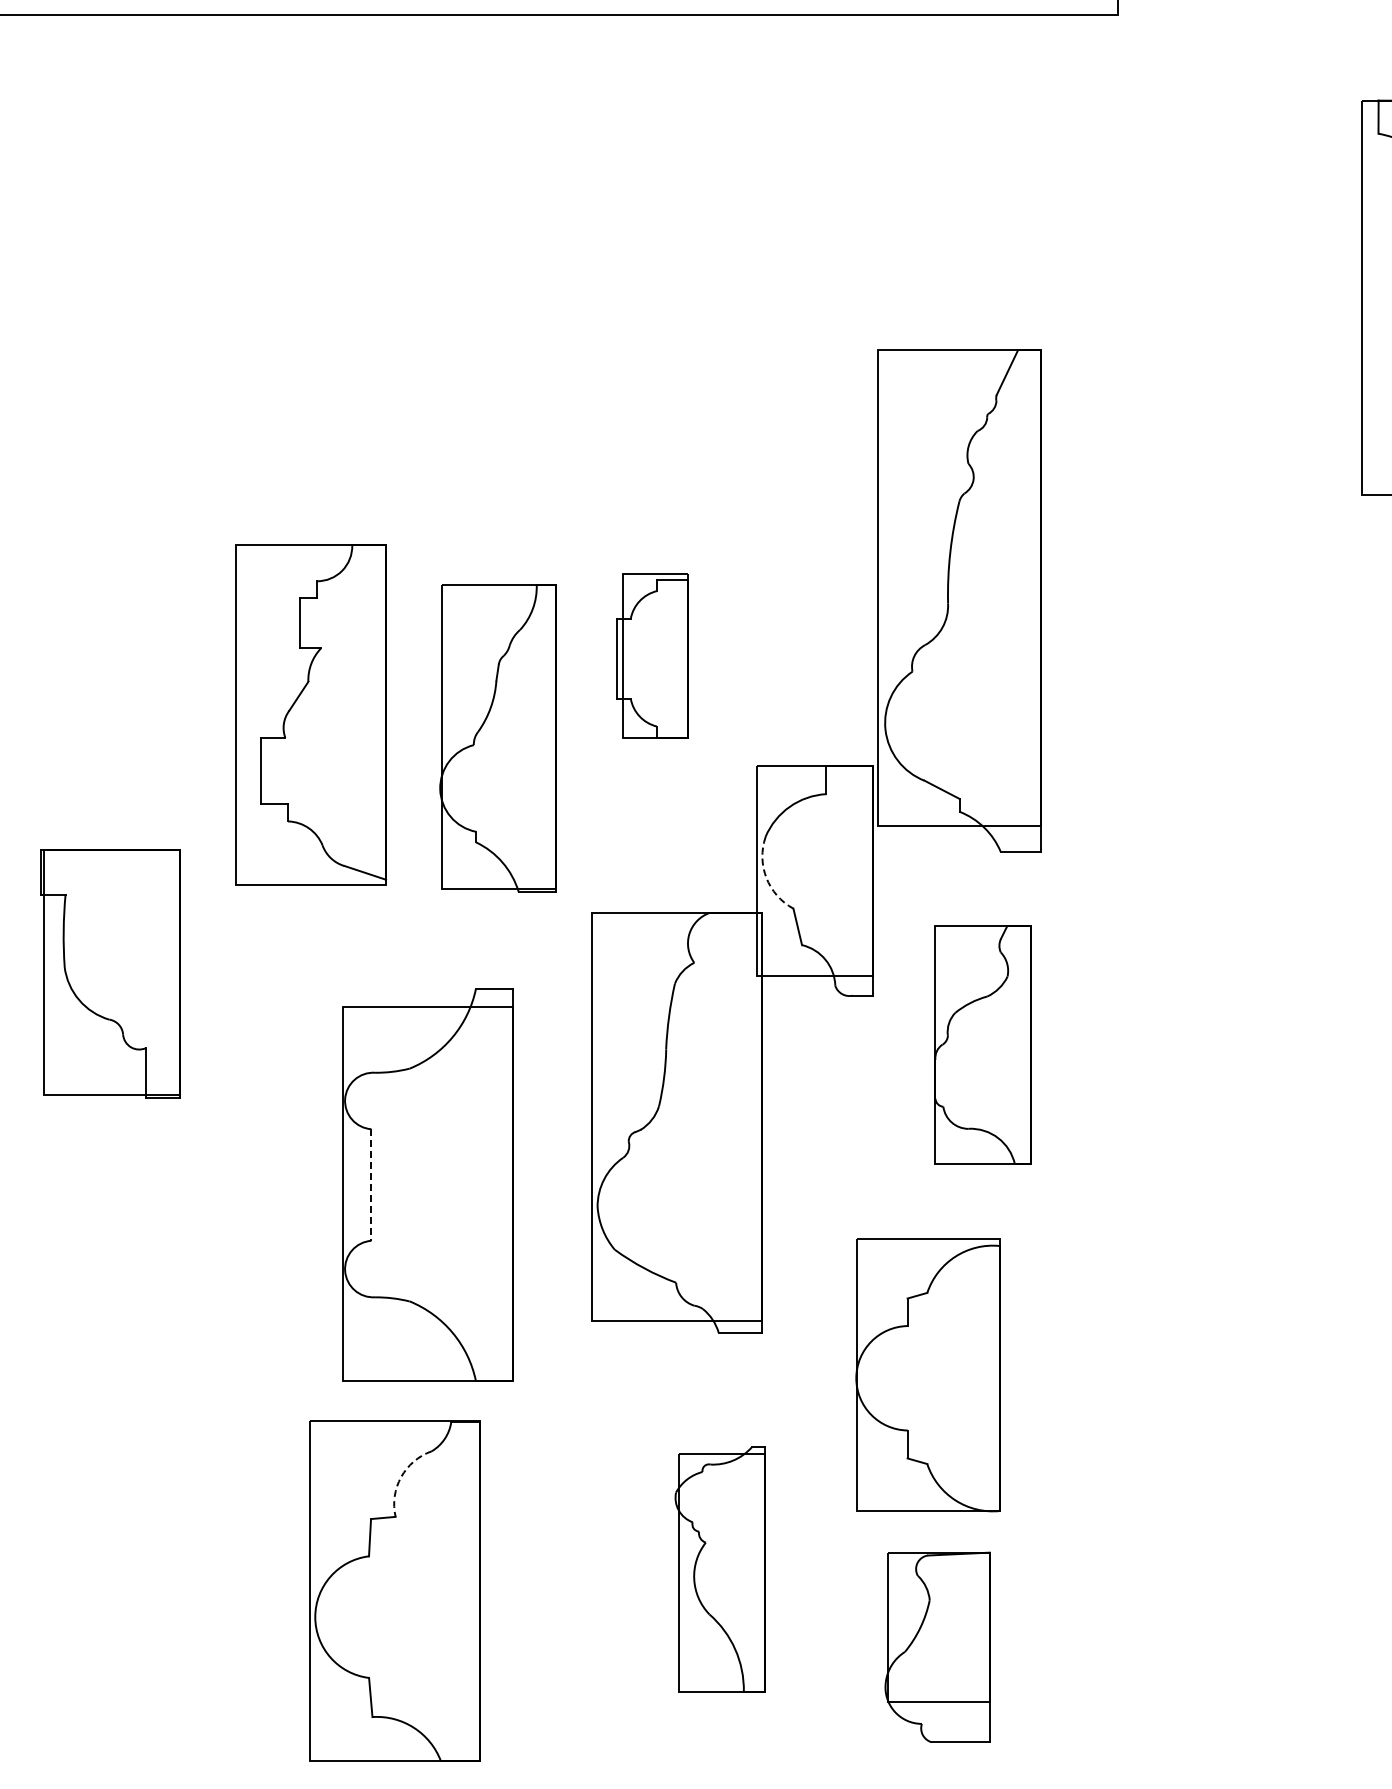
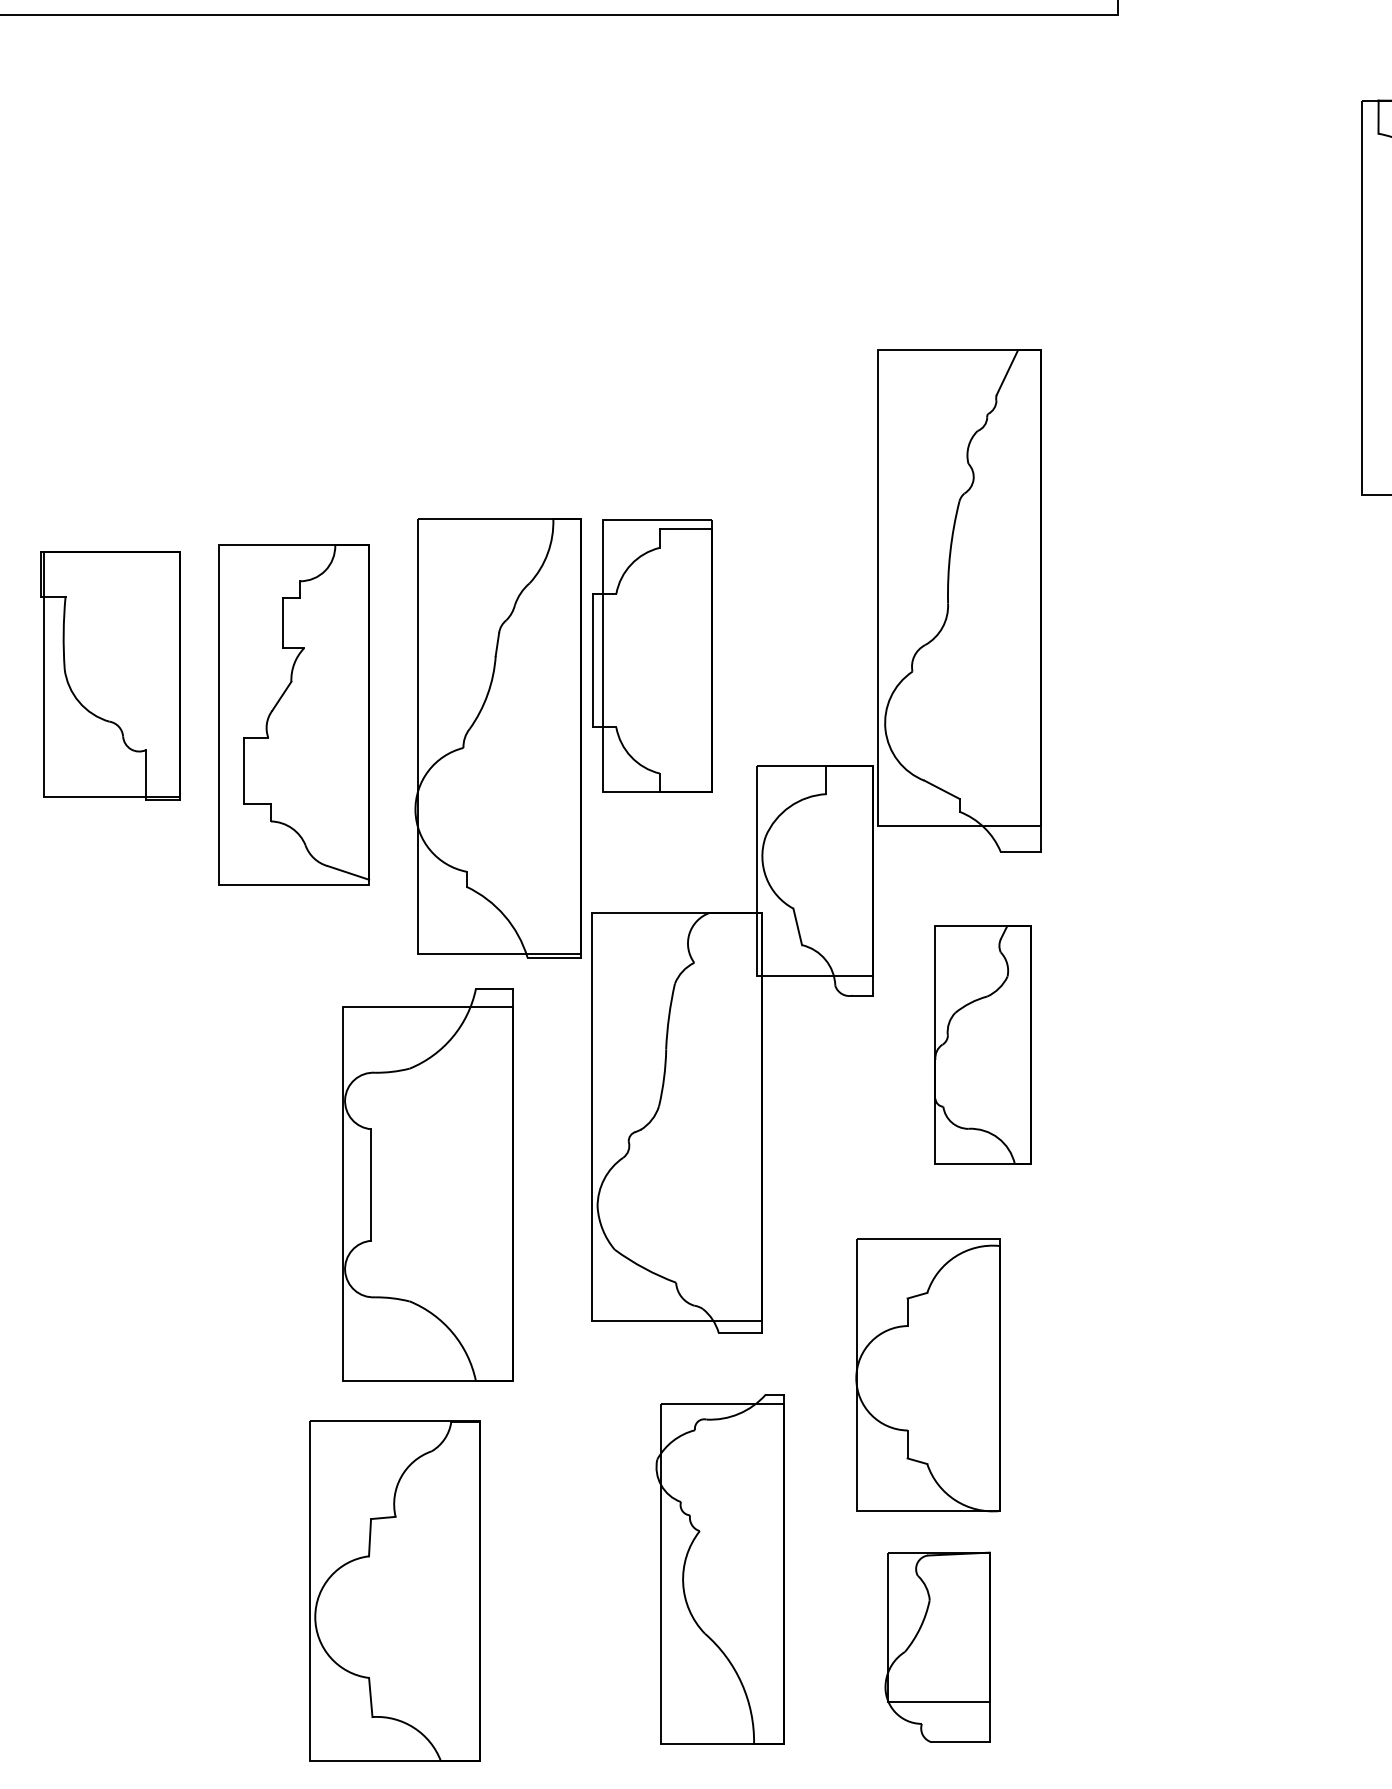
part at (652, 655) size: 73x166 px -> 121x274 px
part at (311, 714) position: (311, 714) -> (294, 714)
part at (497, 738) size: 118x309 px -> 168x441 px
arc at (766, 877): dashed -> solid
part at (110, 973) position: (110, 973) -> (110, 675)
line at (371, 1185): dashed -> solid
arc at (401, 1477): dashed -> solid
part at (719, 1569) size: 92x247 px -> 130x351 px
